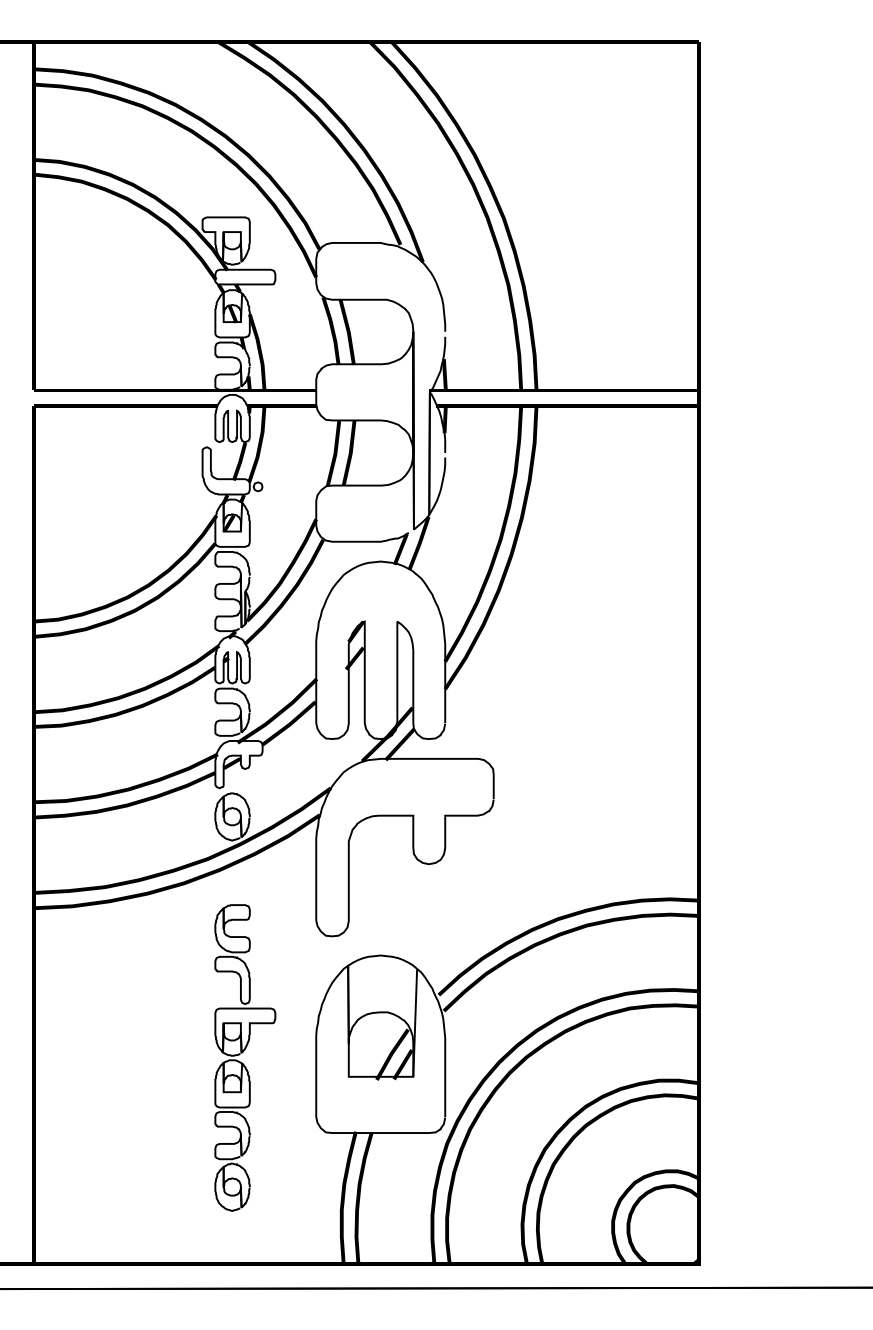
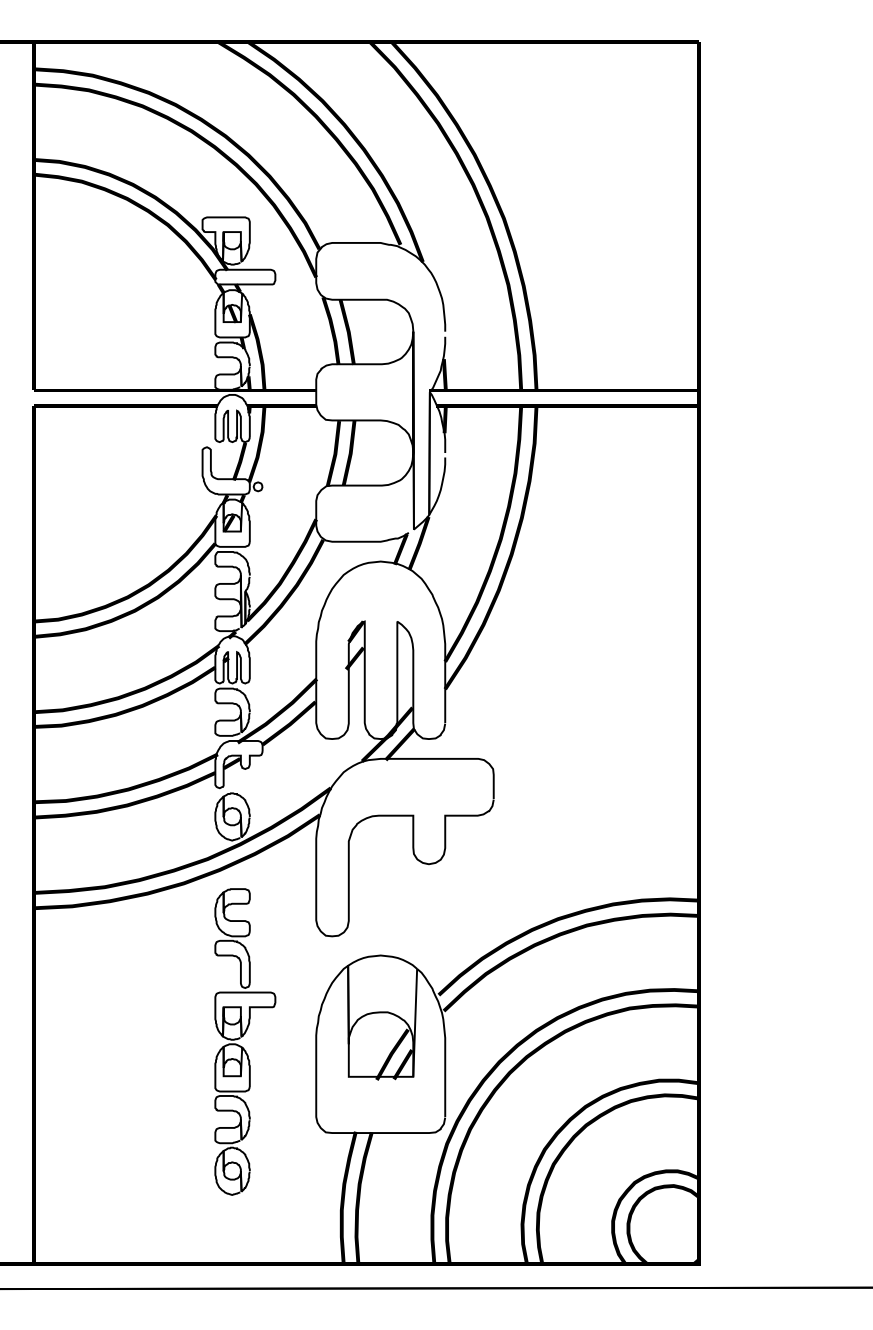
part at (245, 1057) position: (245, 1057) -> (245, 1041)
